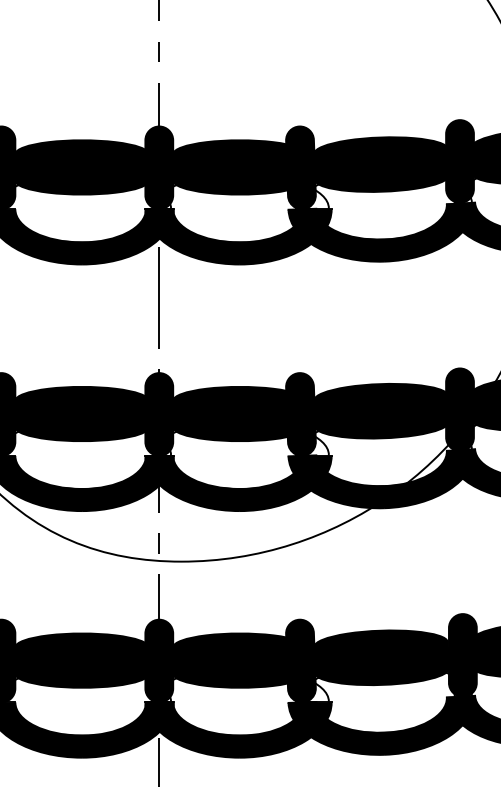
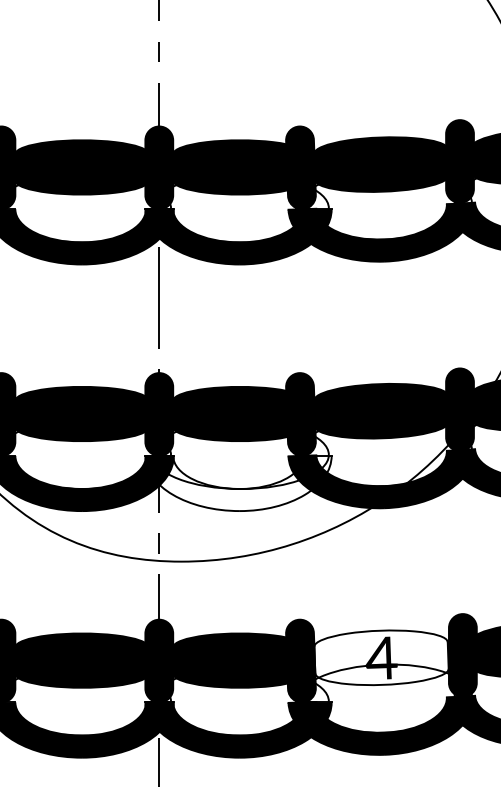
fill at (238, 483): present -> none
fill at (381, 657): present -> none
